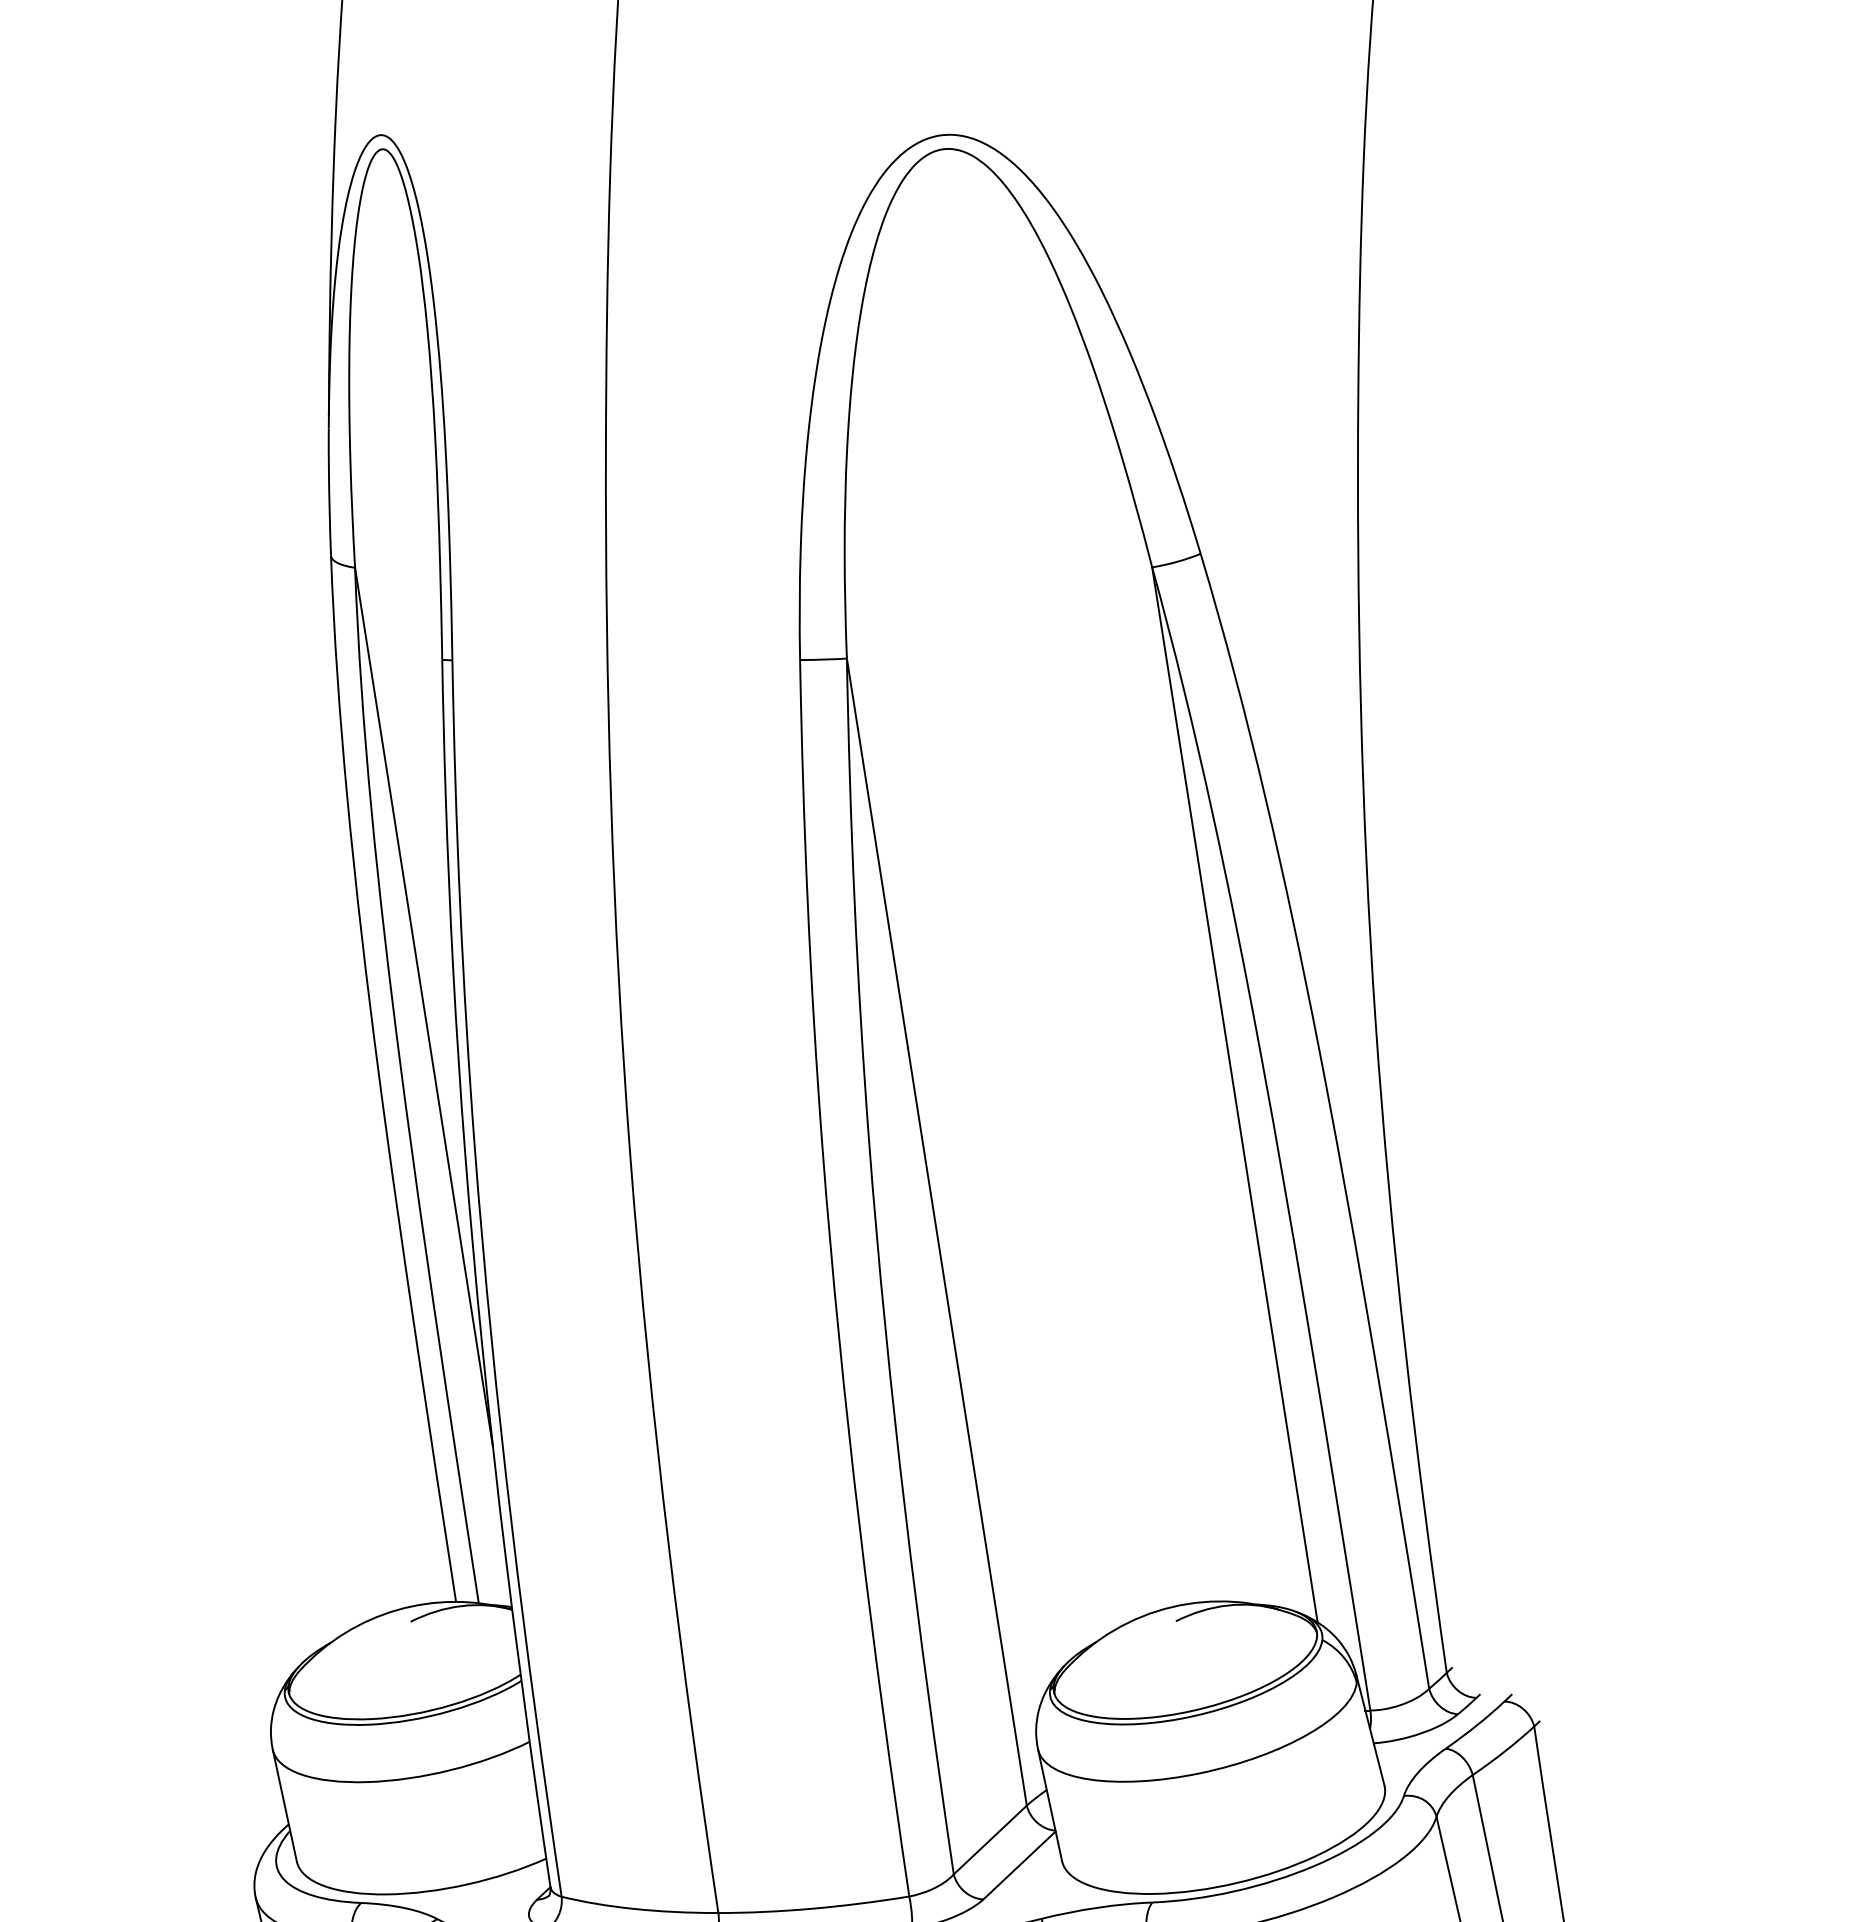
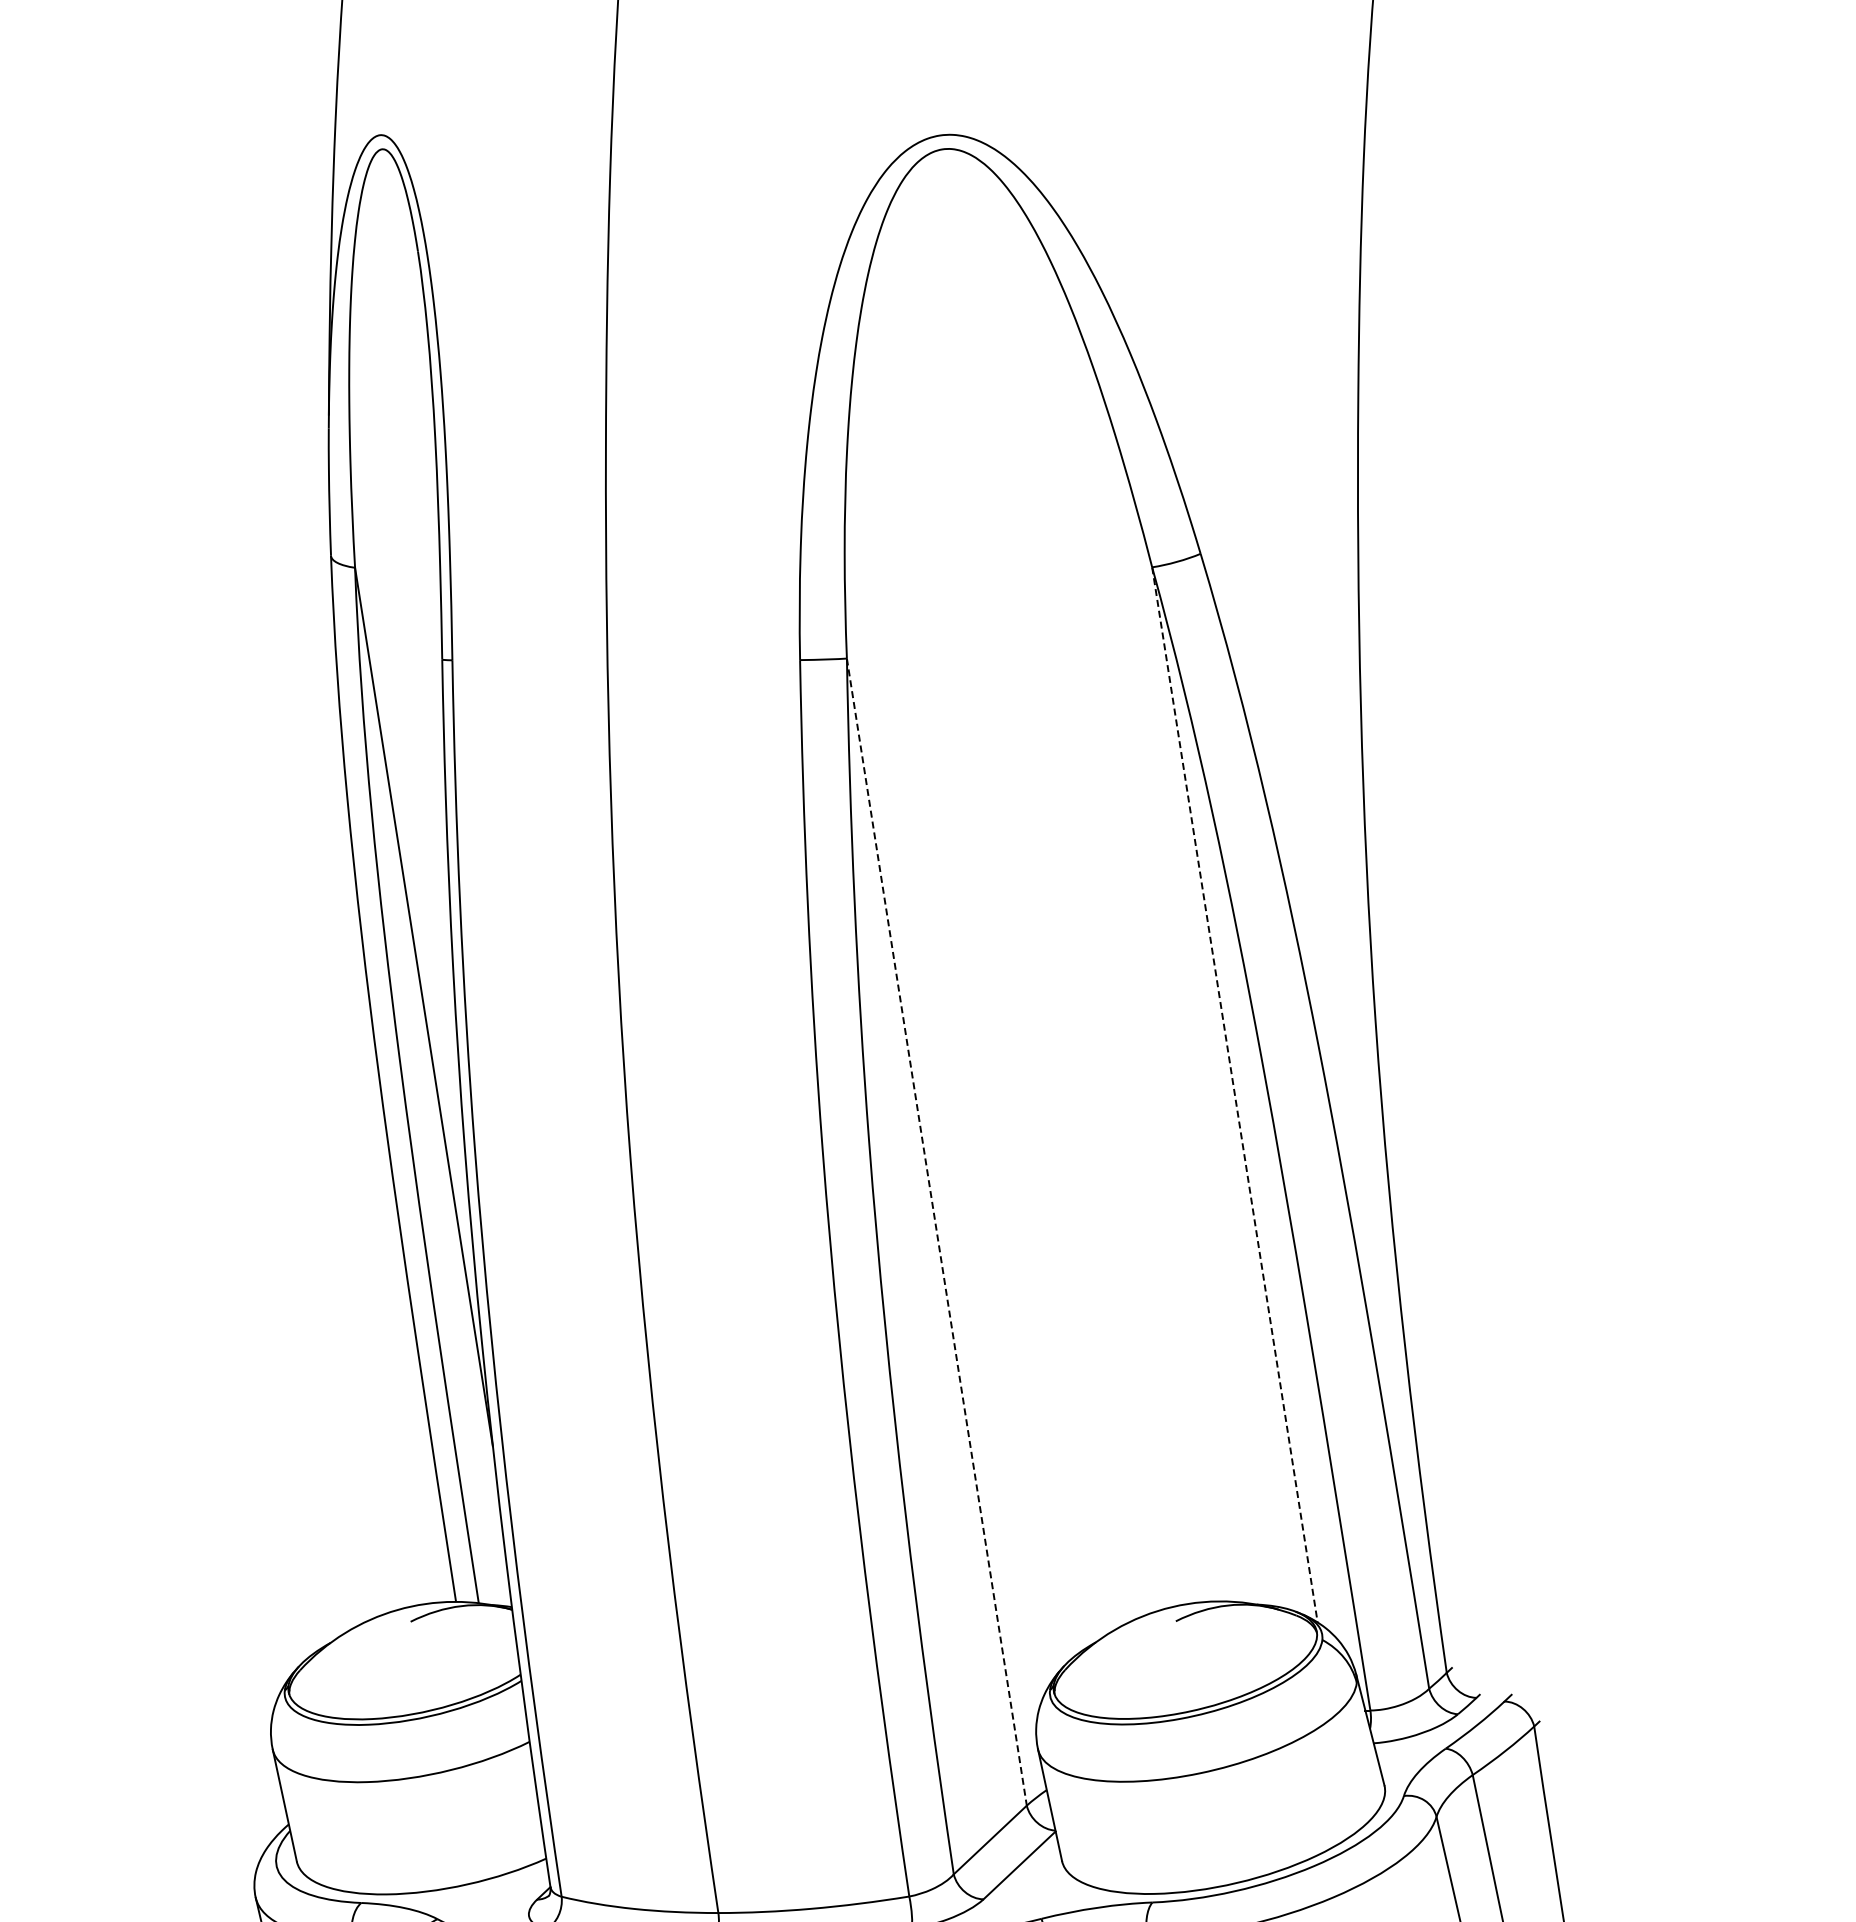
line at (1234, 1094): solid -> dashed
line at (936, 1232): solid -> dashed
